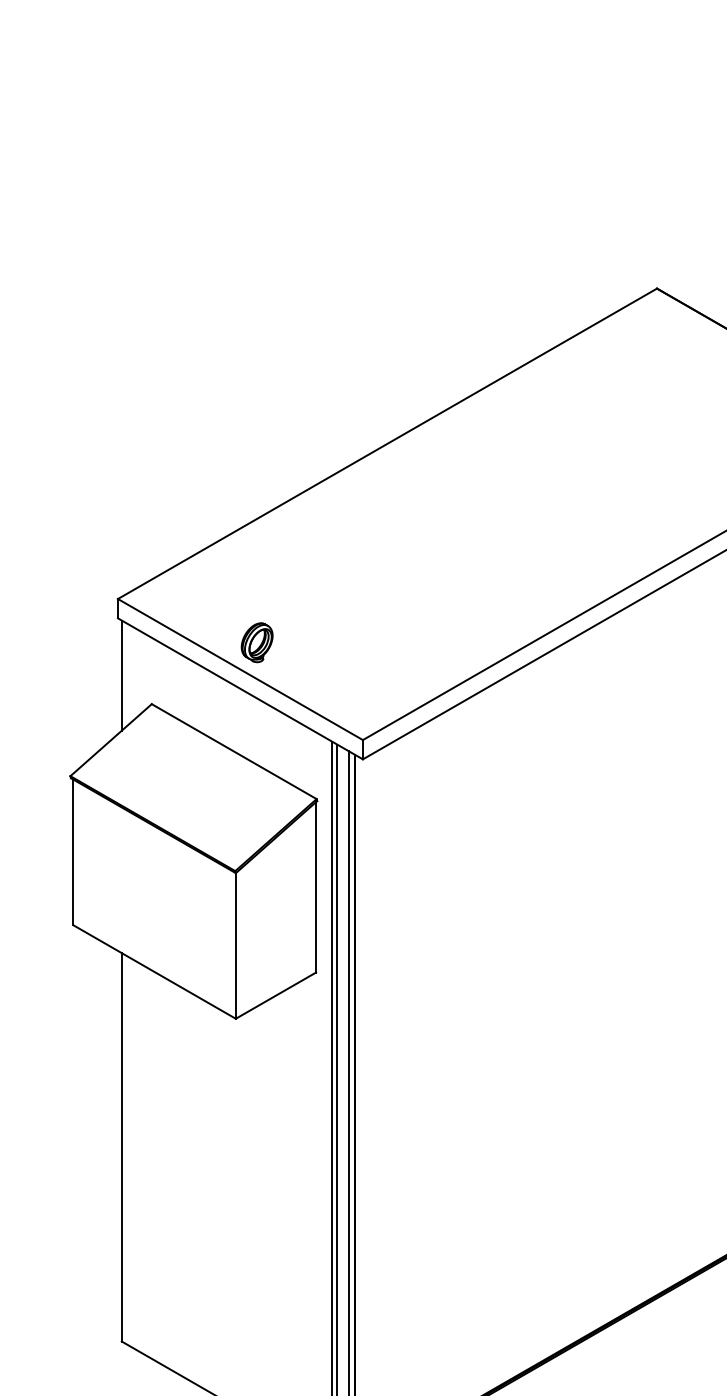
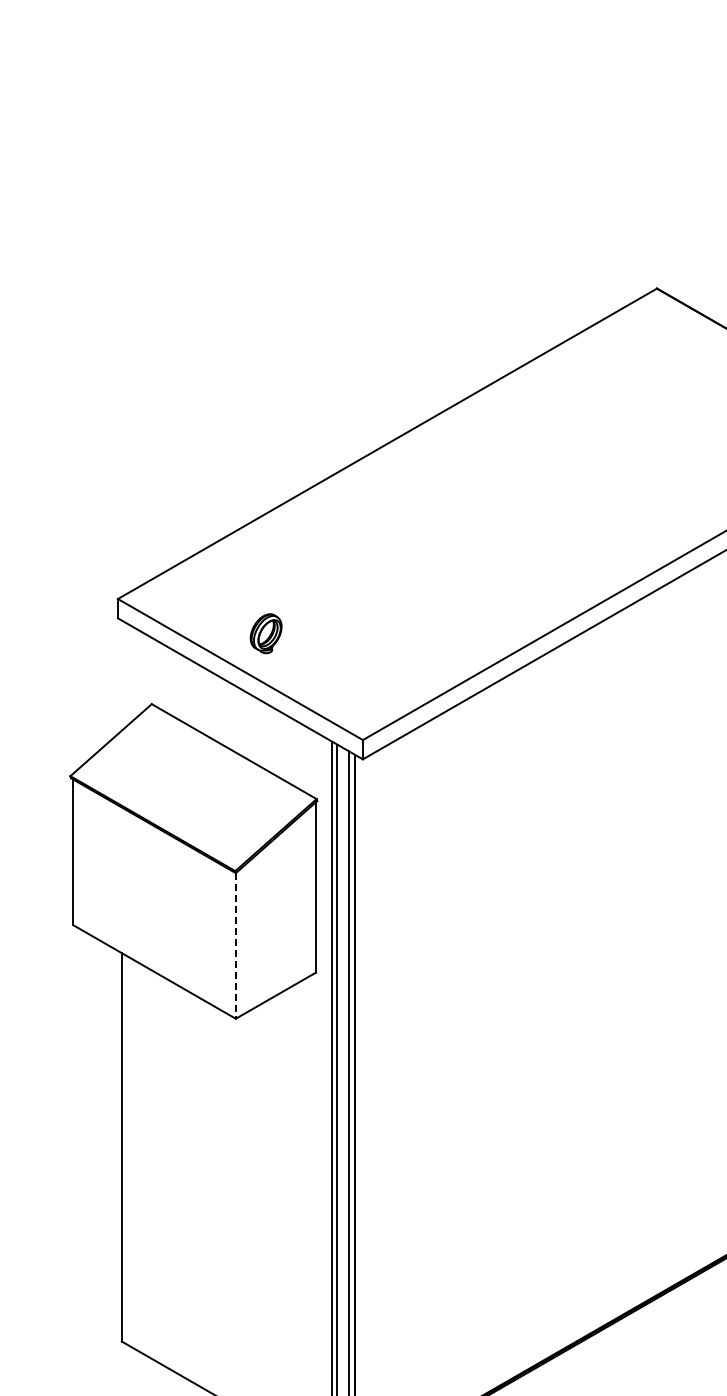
part at (256, 642) position: (256, 642) -> (265, 633)
line at (121, 675): present -> none
line at (235, 945): solid -> dashed
